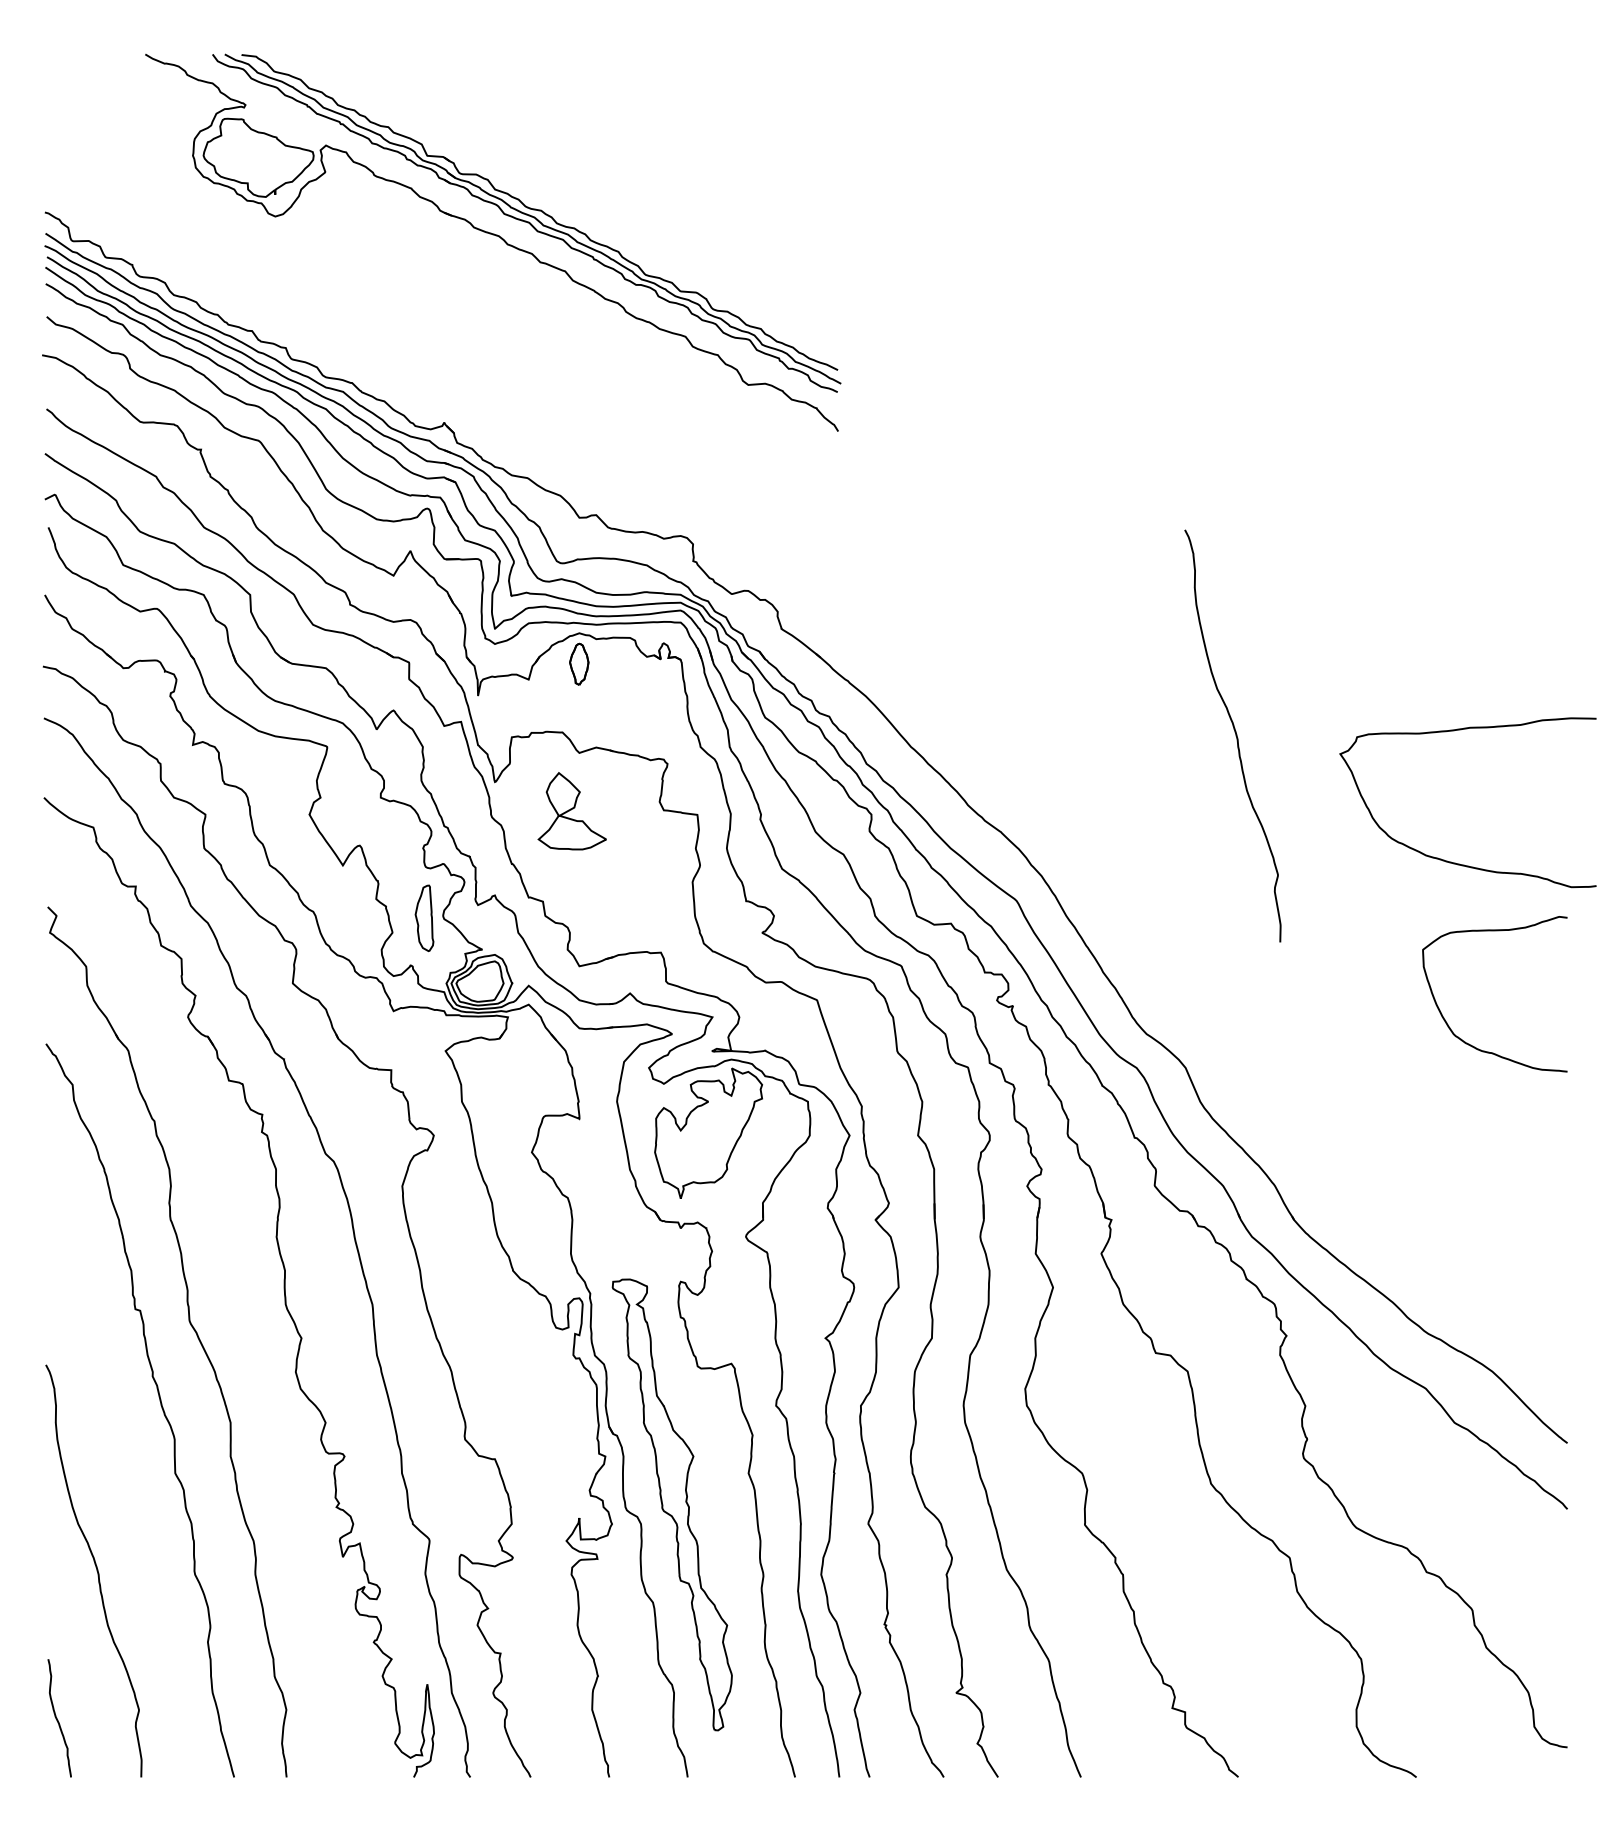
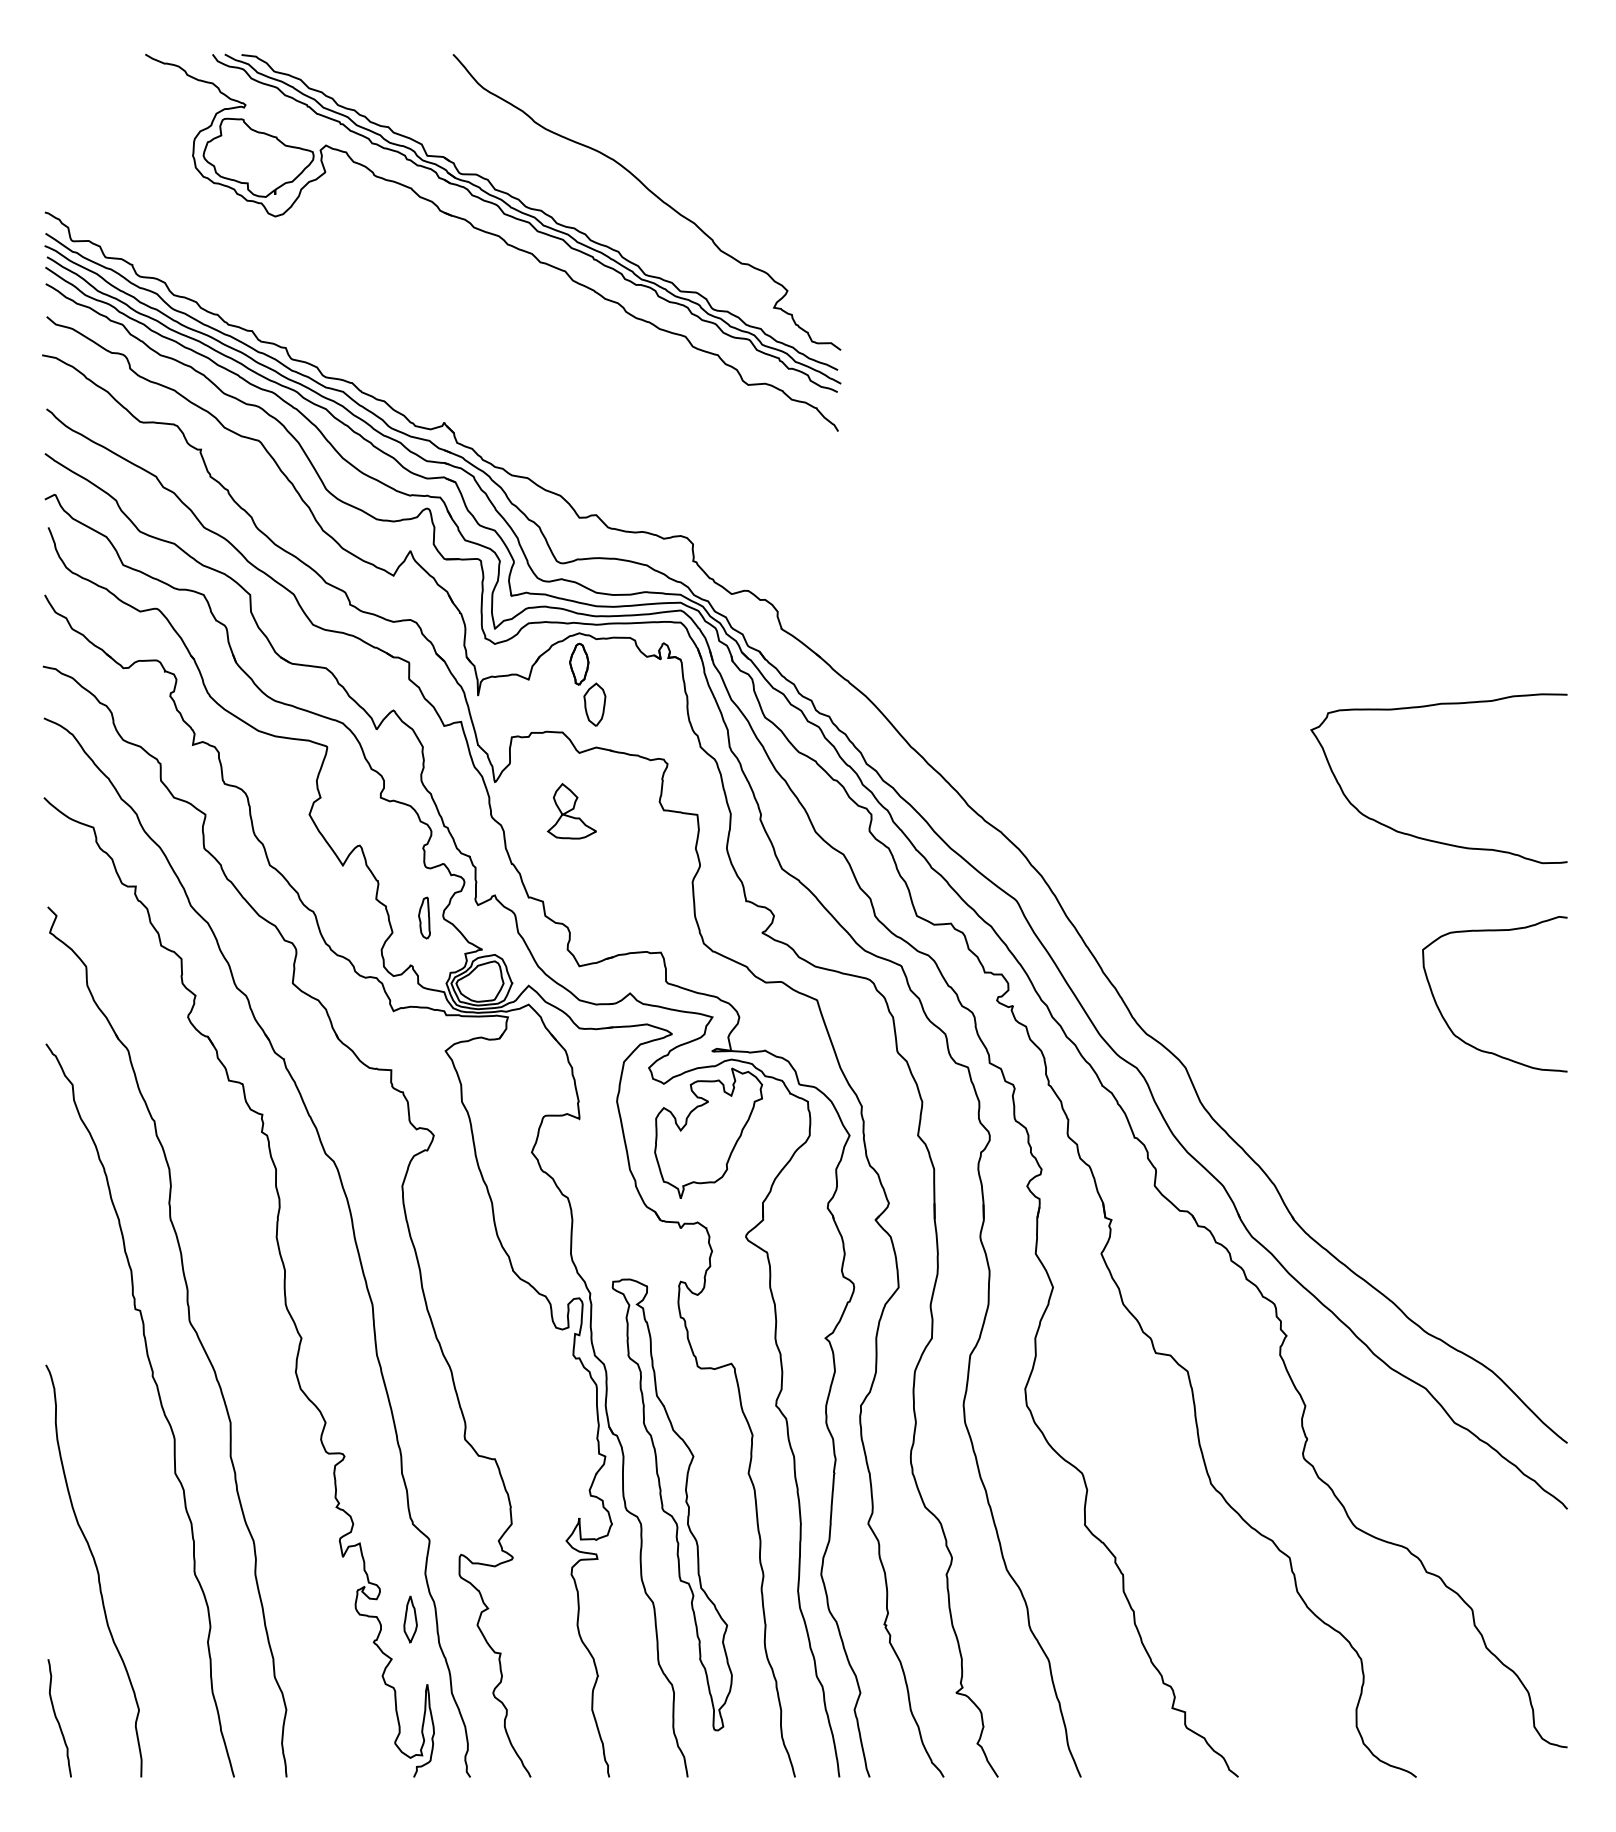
curve at (652, 194): none -> present
part at (594, 704): none -> present
curve at (1235, 735): present -> none
part at (571, 811) size: 70x79 px -> 51x57 px
curve at (1451, 861) position: (1451, 861) -> (1422, 837)
part at (424, 917) size: 21x68 px -> 13x44 px
part at (410, 1619): none -> present
